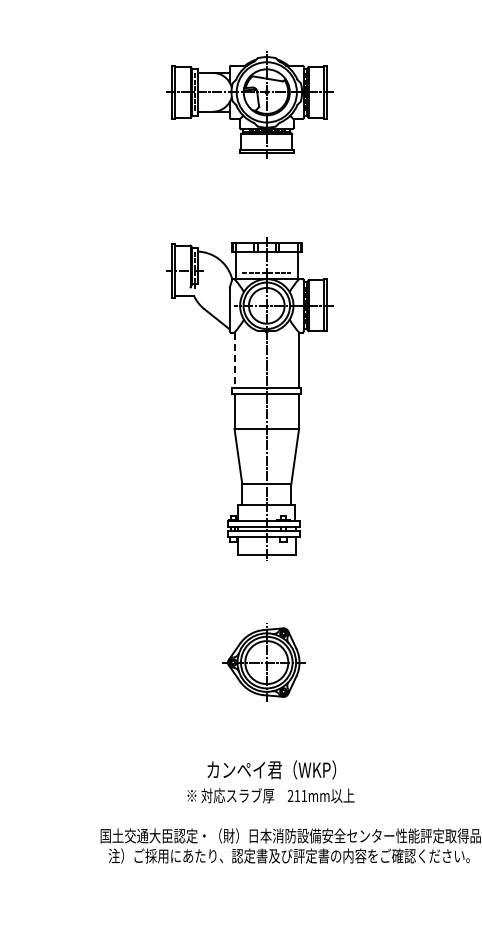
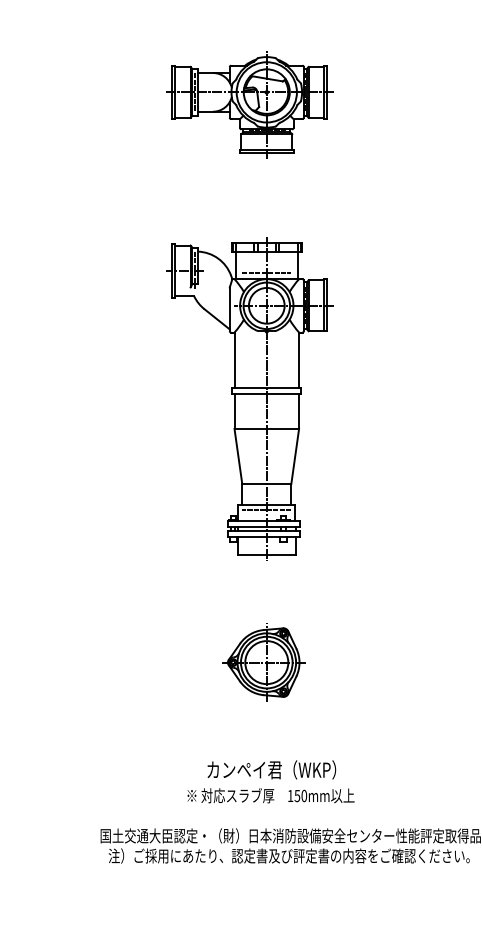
line at (234, 360): dashed -> solid
line at (266, 509): none -> present
text at (297, 795): 211mm -> 150mm
